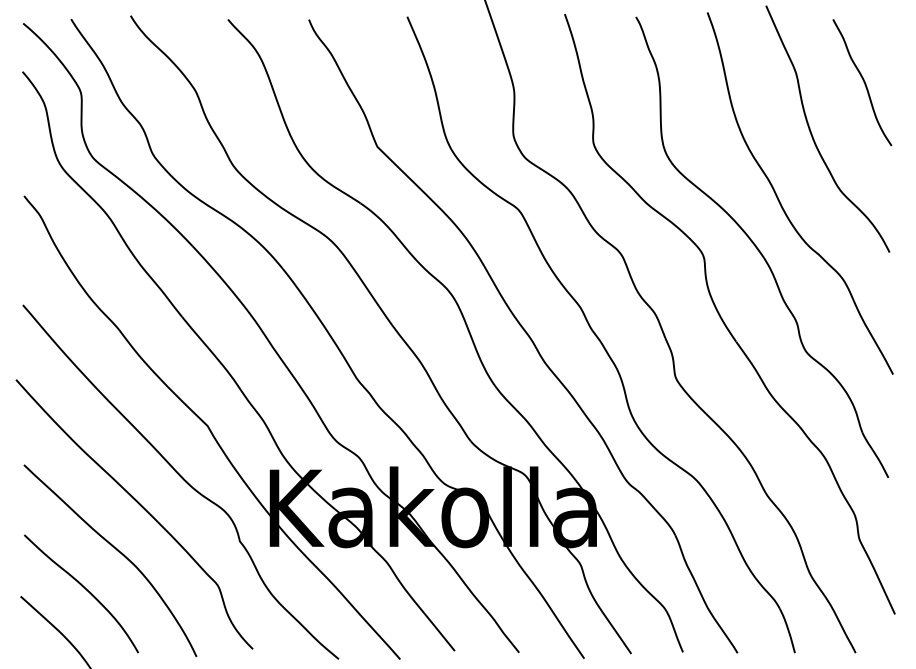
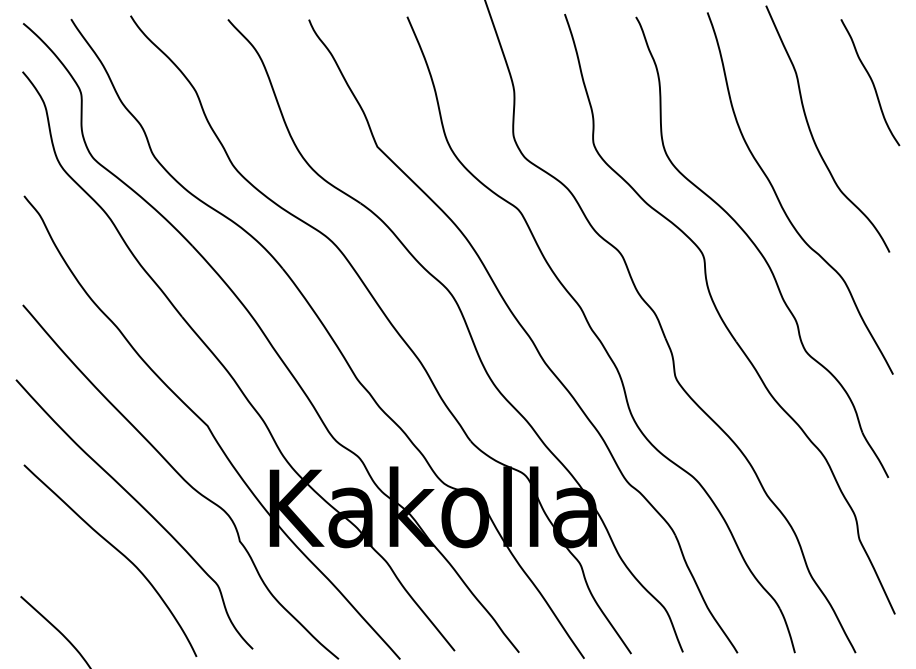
curve at (863, 82) position: (863, 82) -> (871, 82)
curve at (83, 588): present -> none
